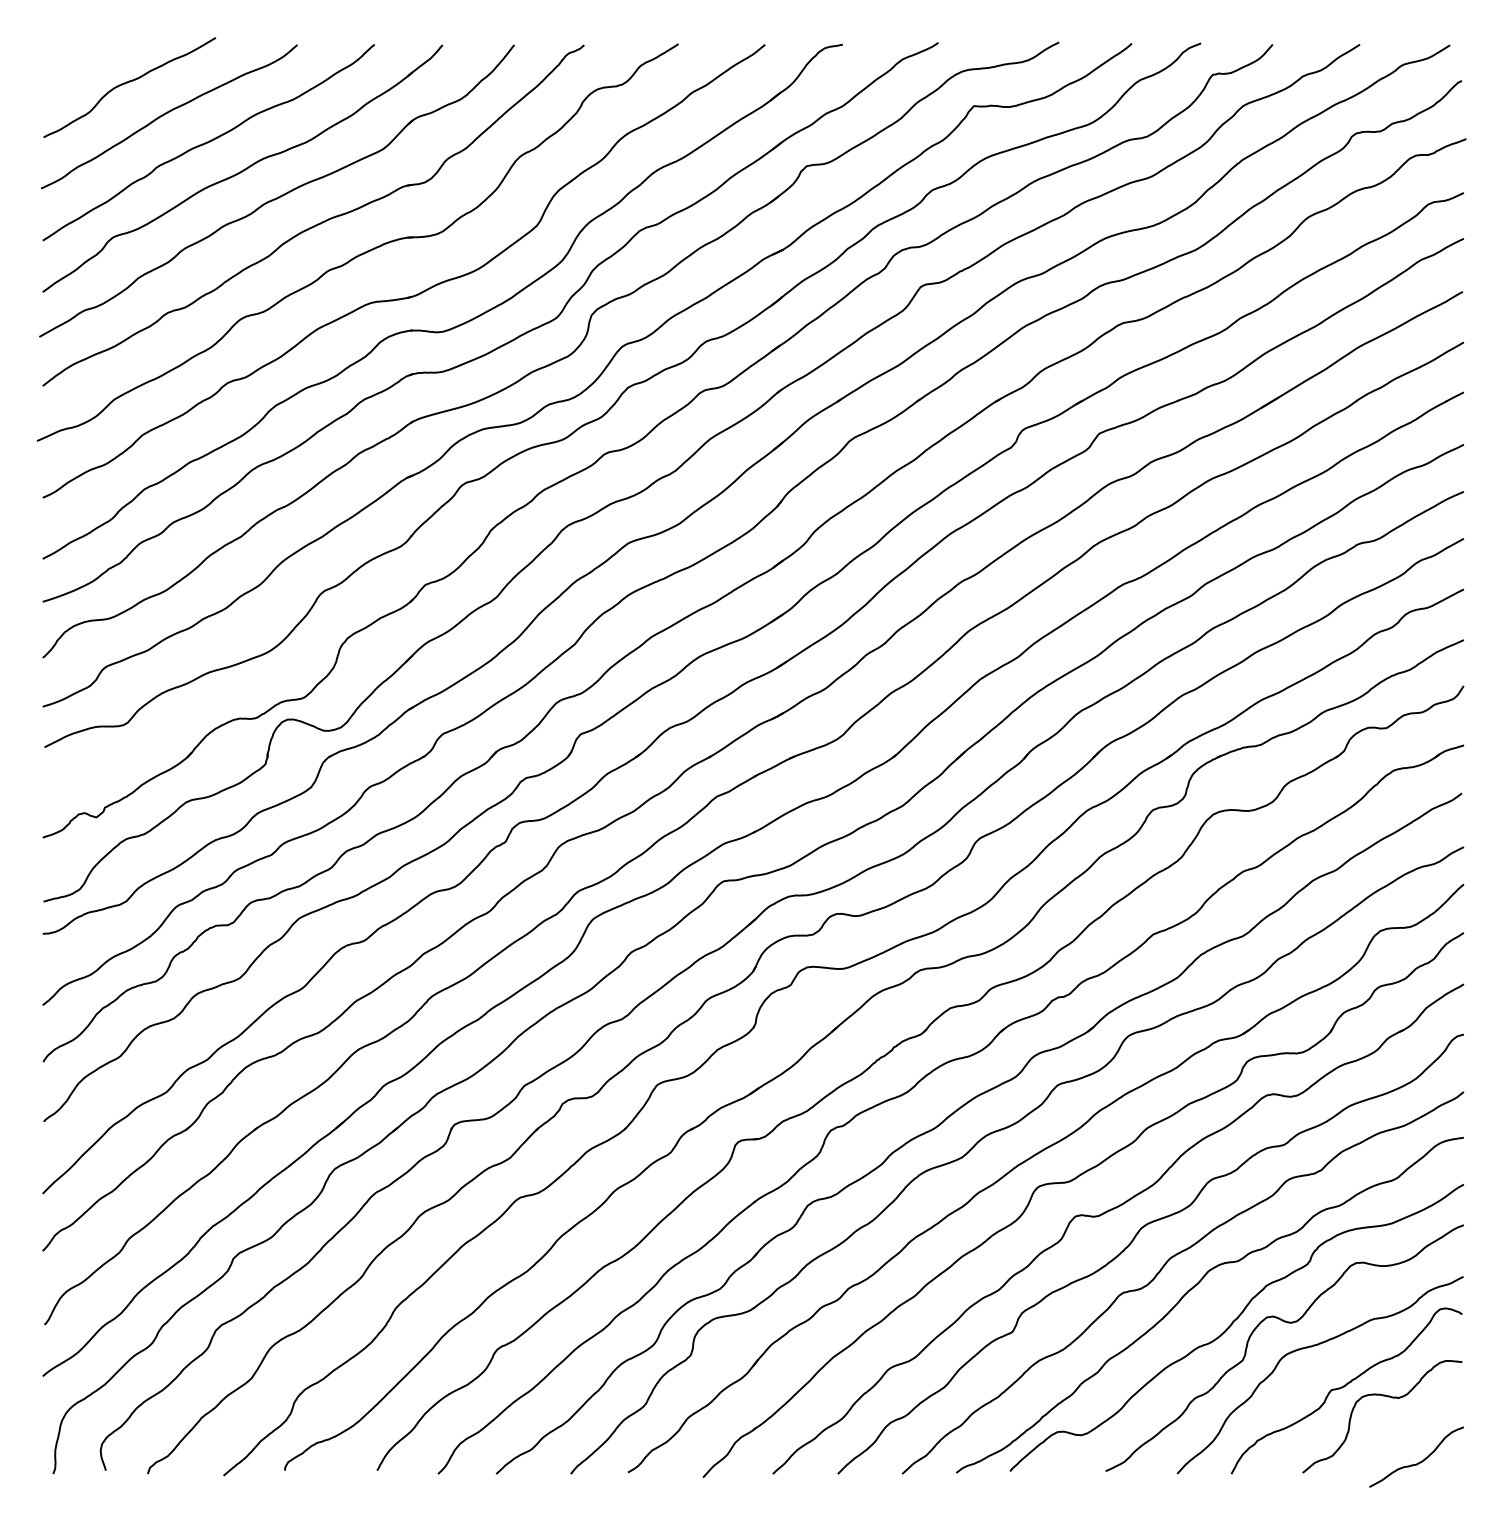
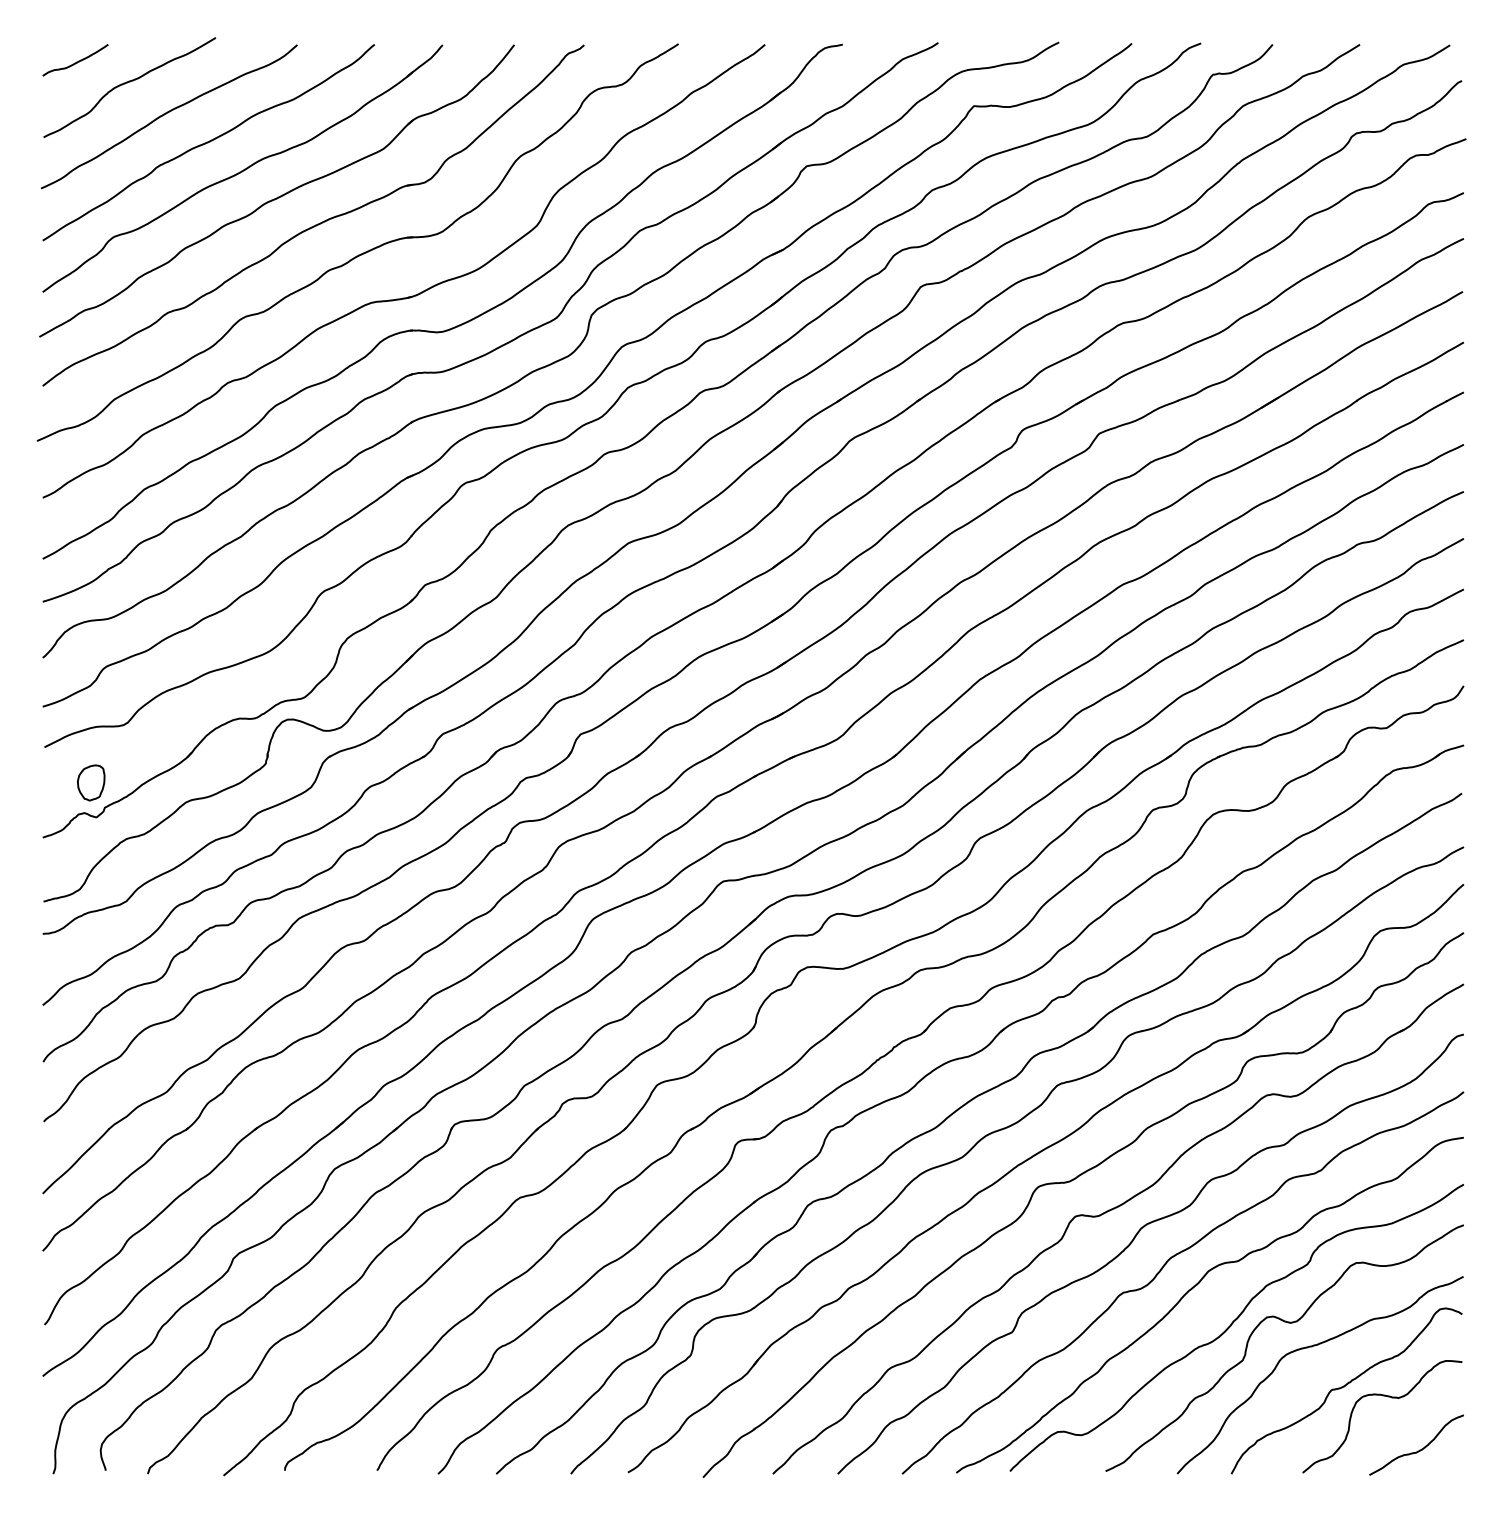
curve at (76, 61): none -> present
part at (91, 782): none -> present
curve at (1419, 1461) position: (1419, 1461) -> (1419, 1449)
